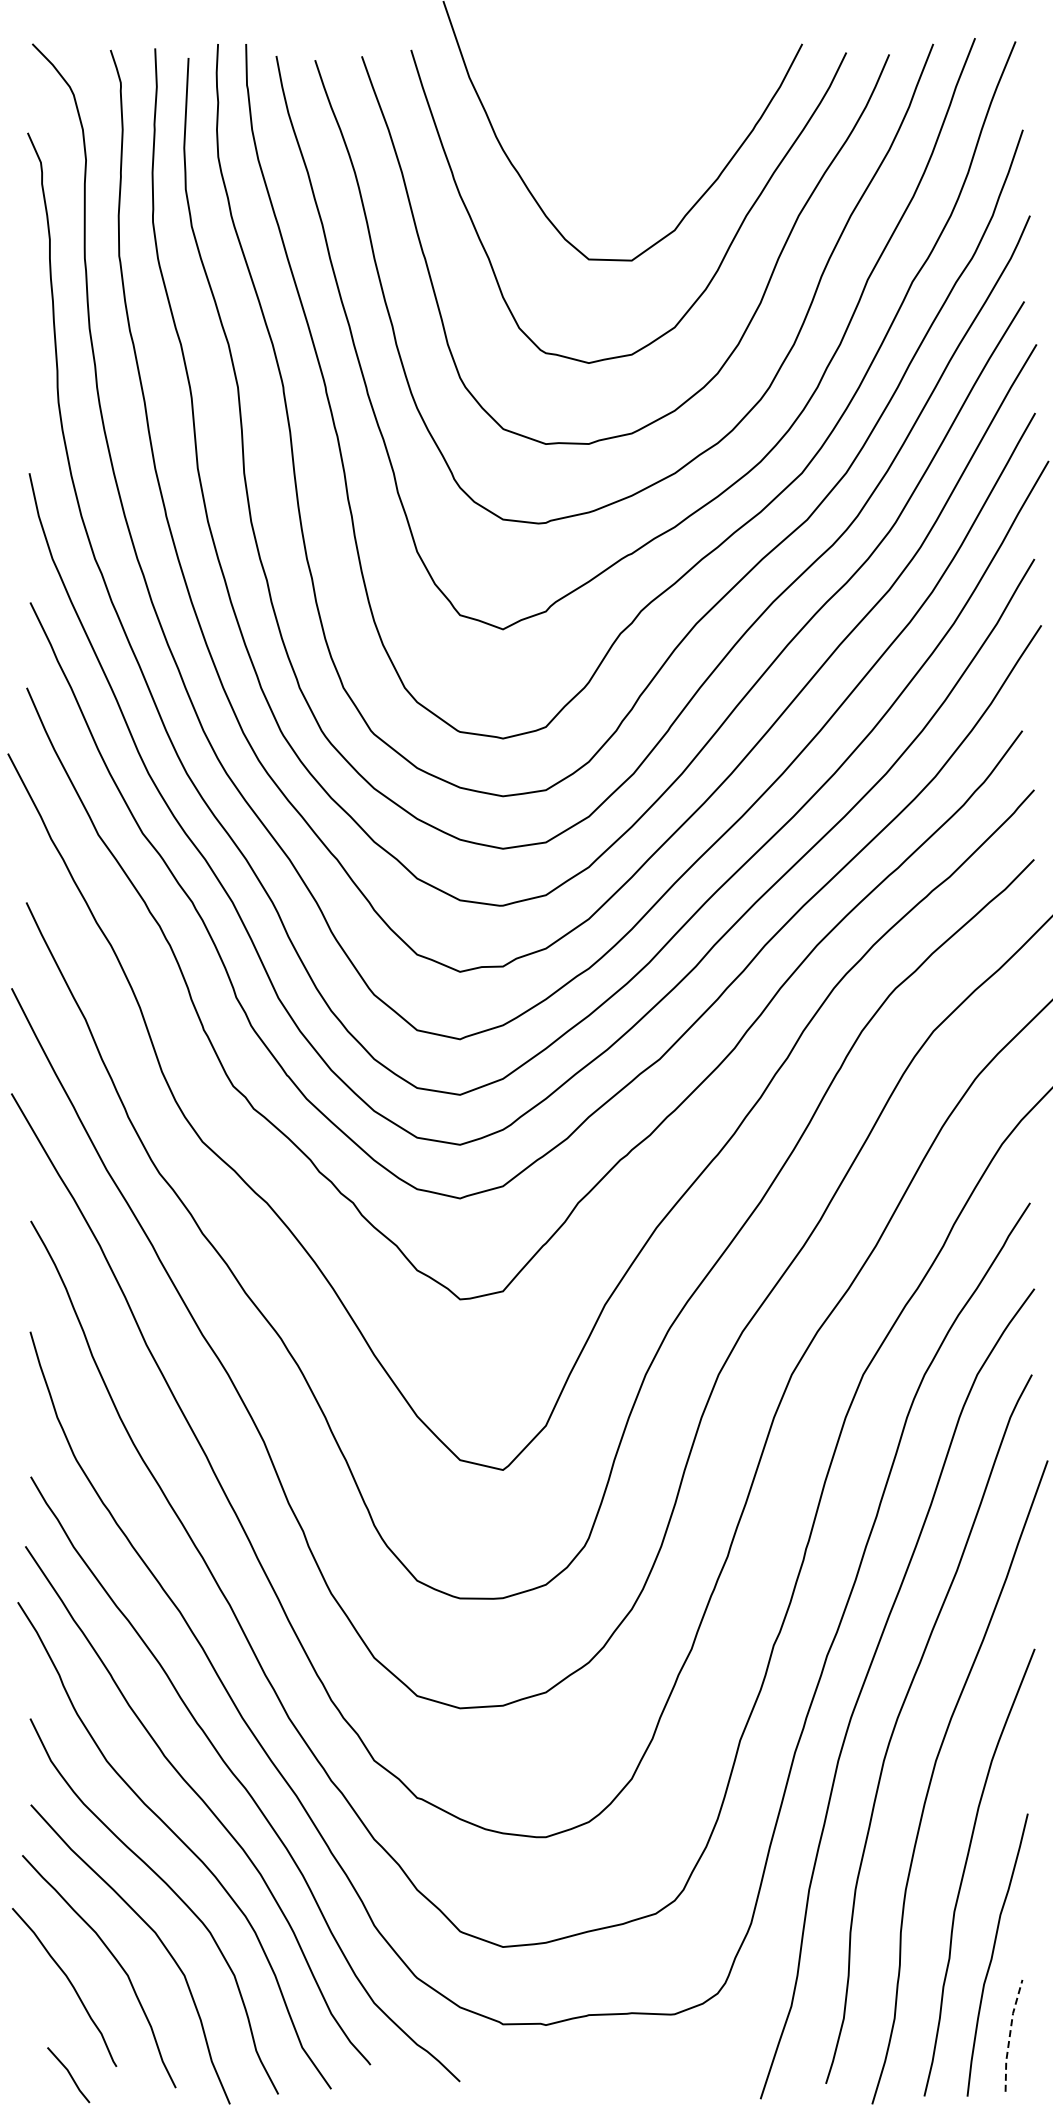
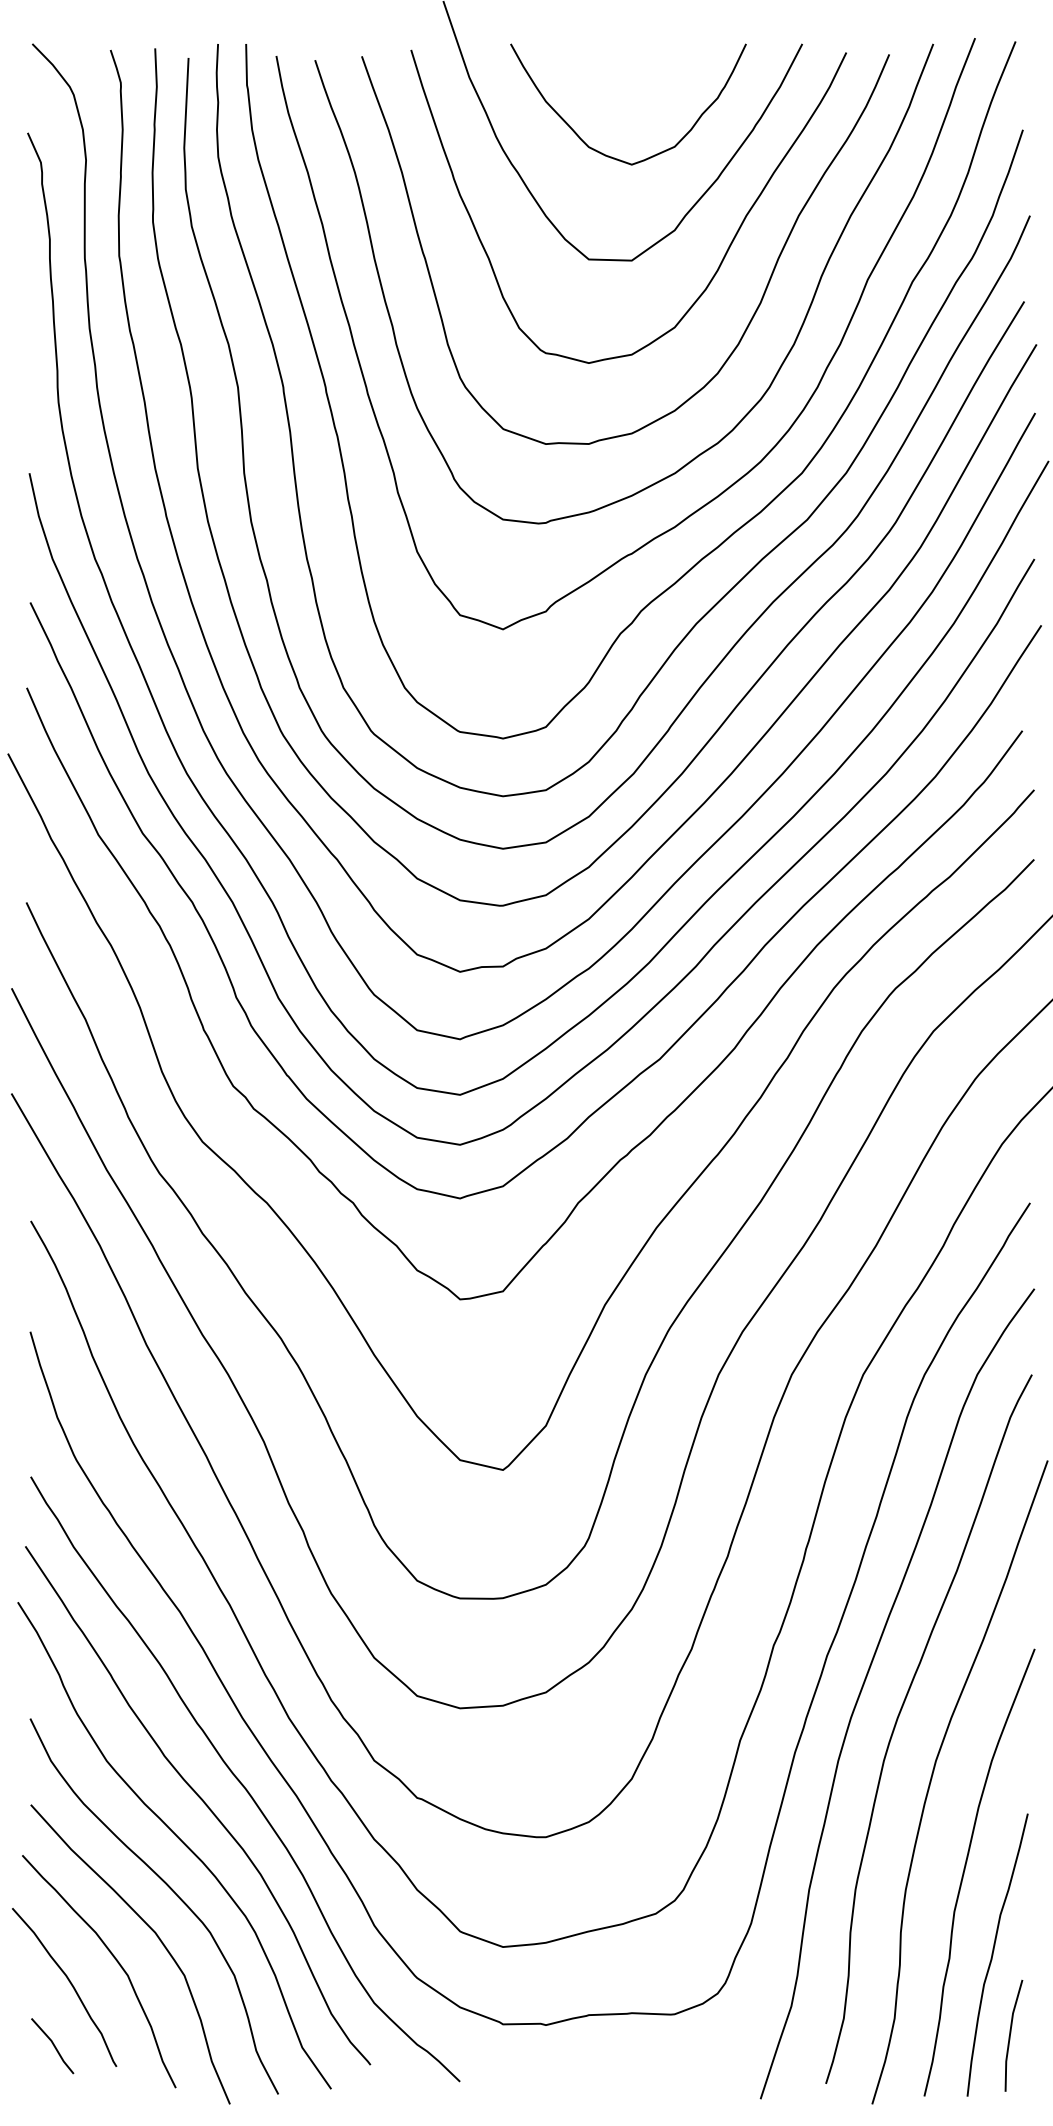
curve at (604, 153): none -> present
line at (1009, 2034): dashed -> solid
line at (69, 2075) position: (69, 2075) -> (53, 2046)
